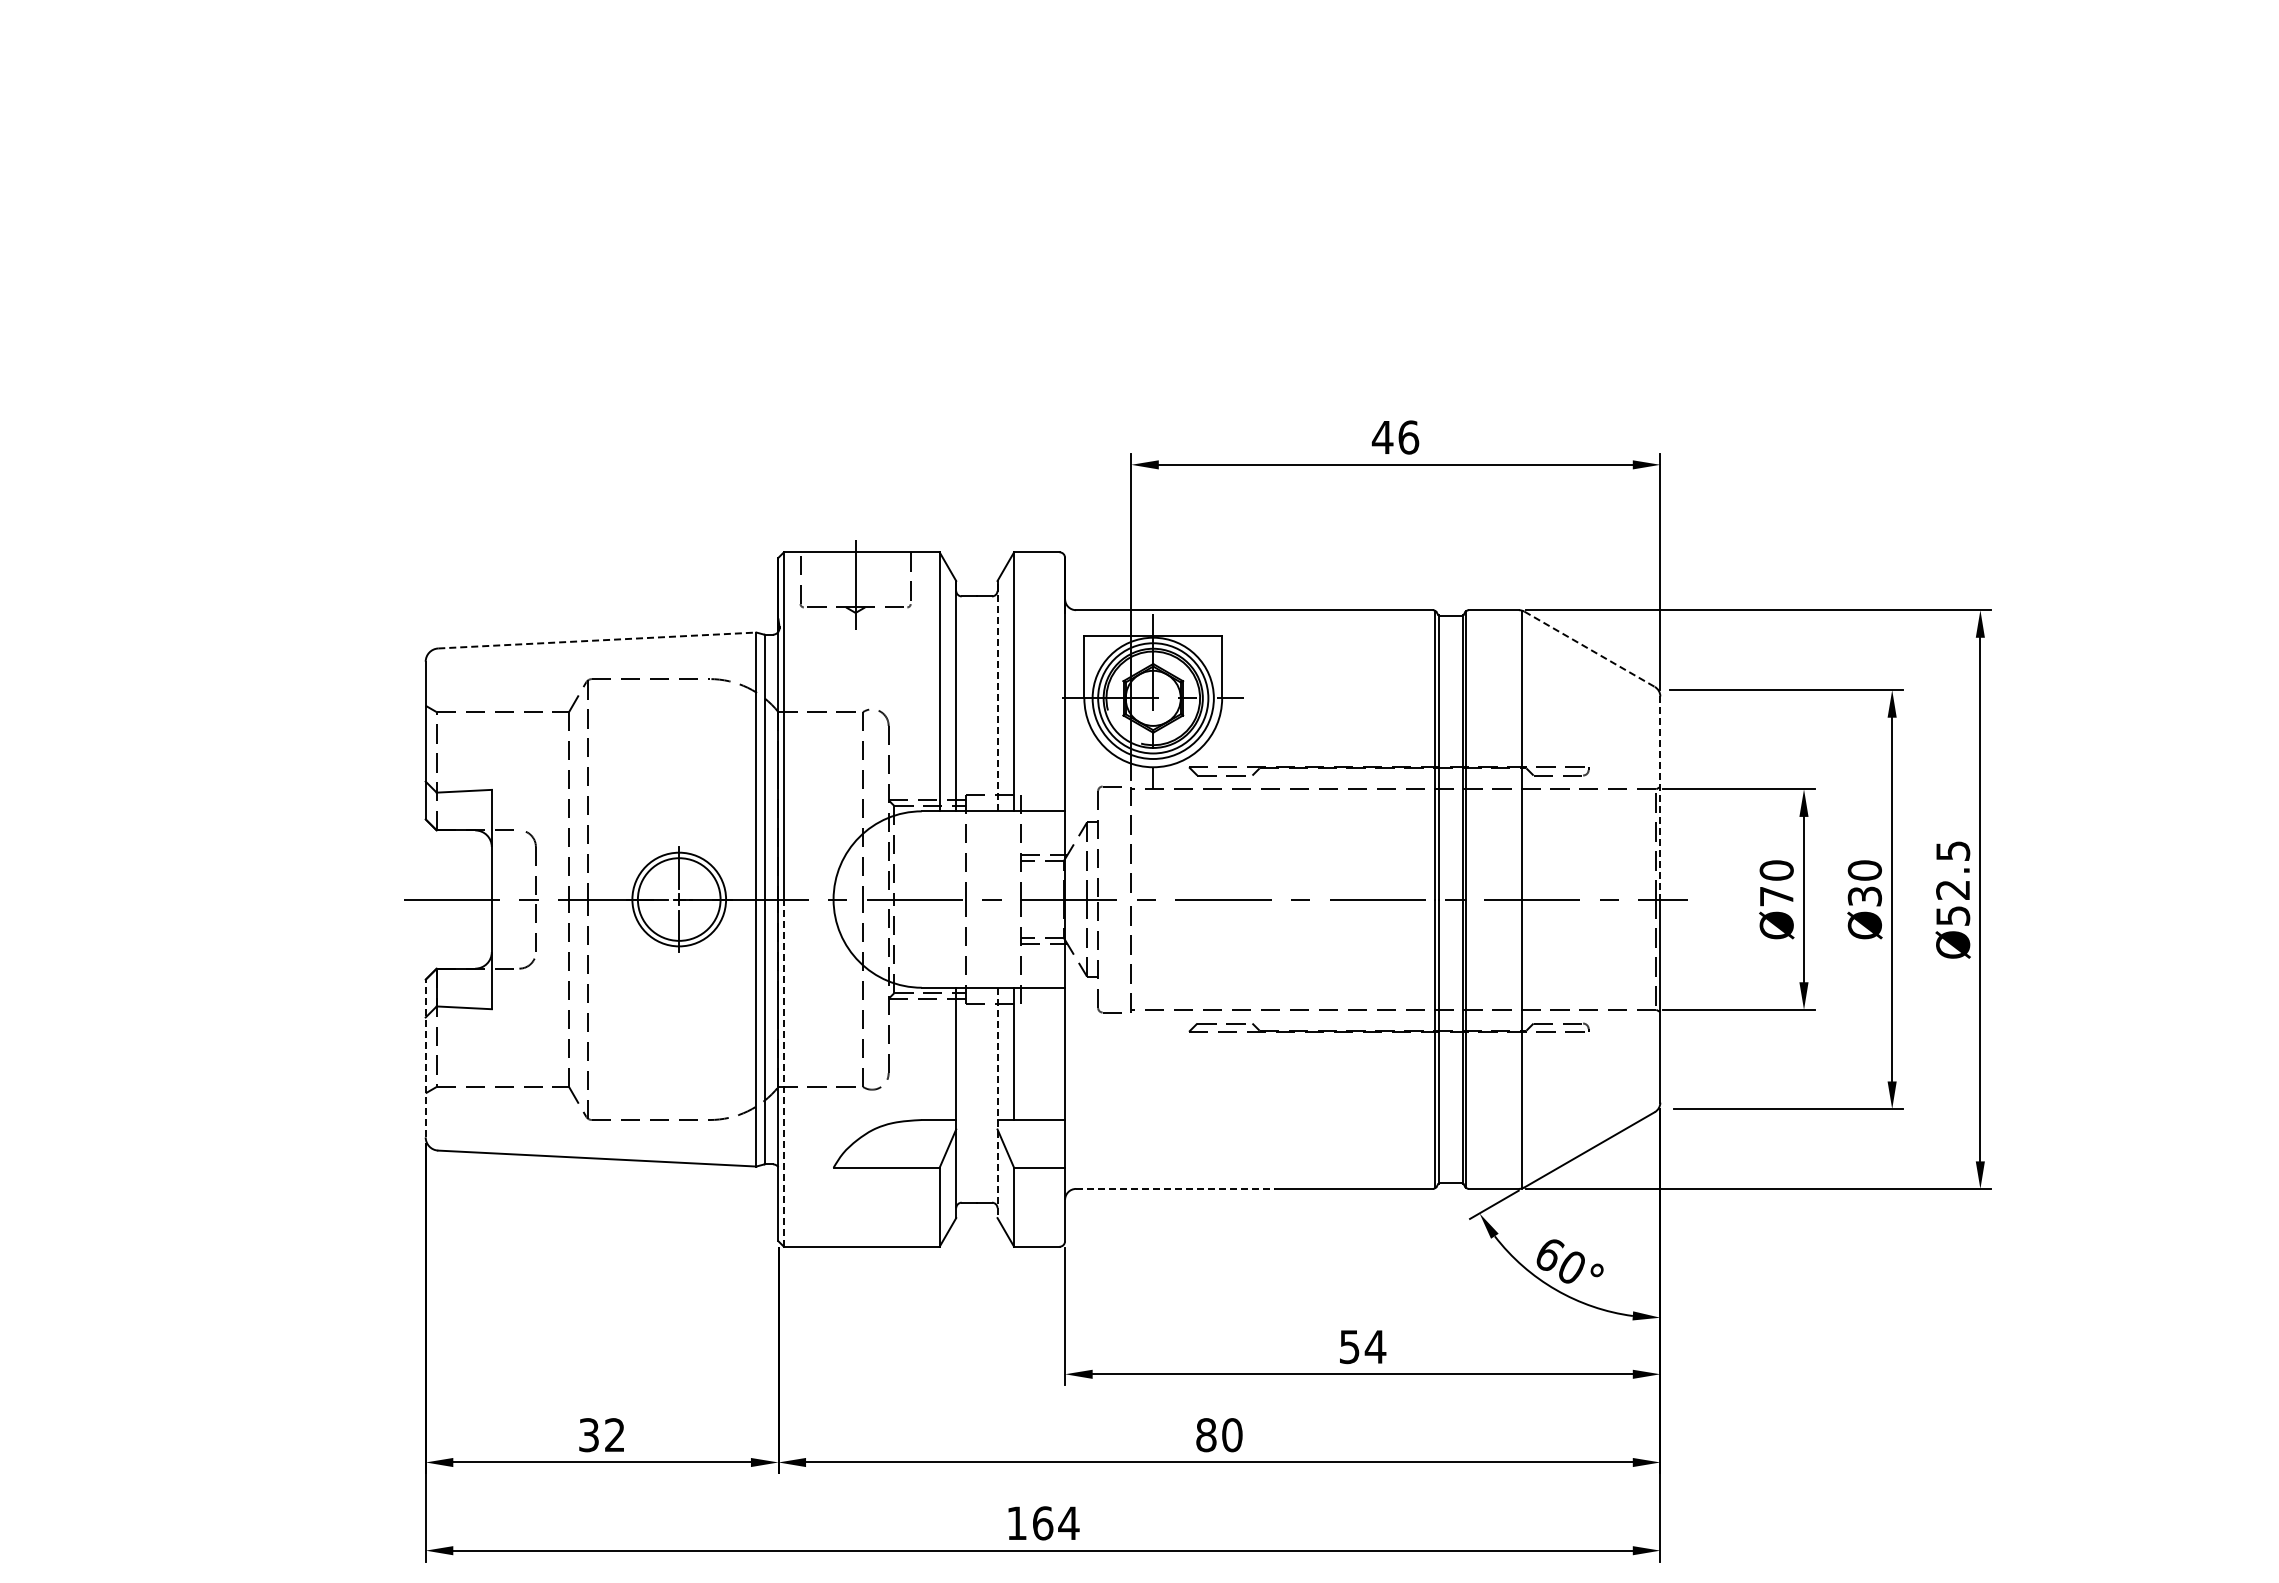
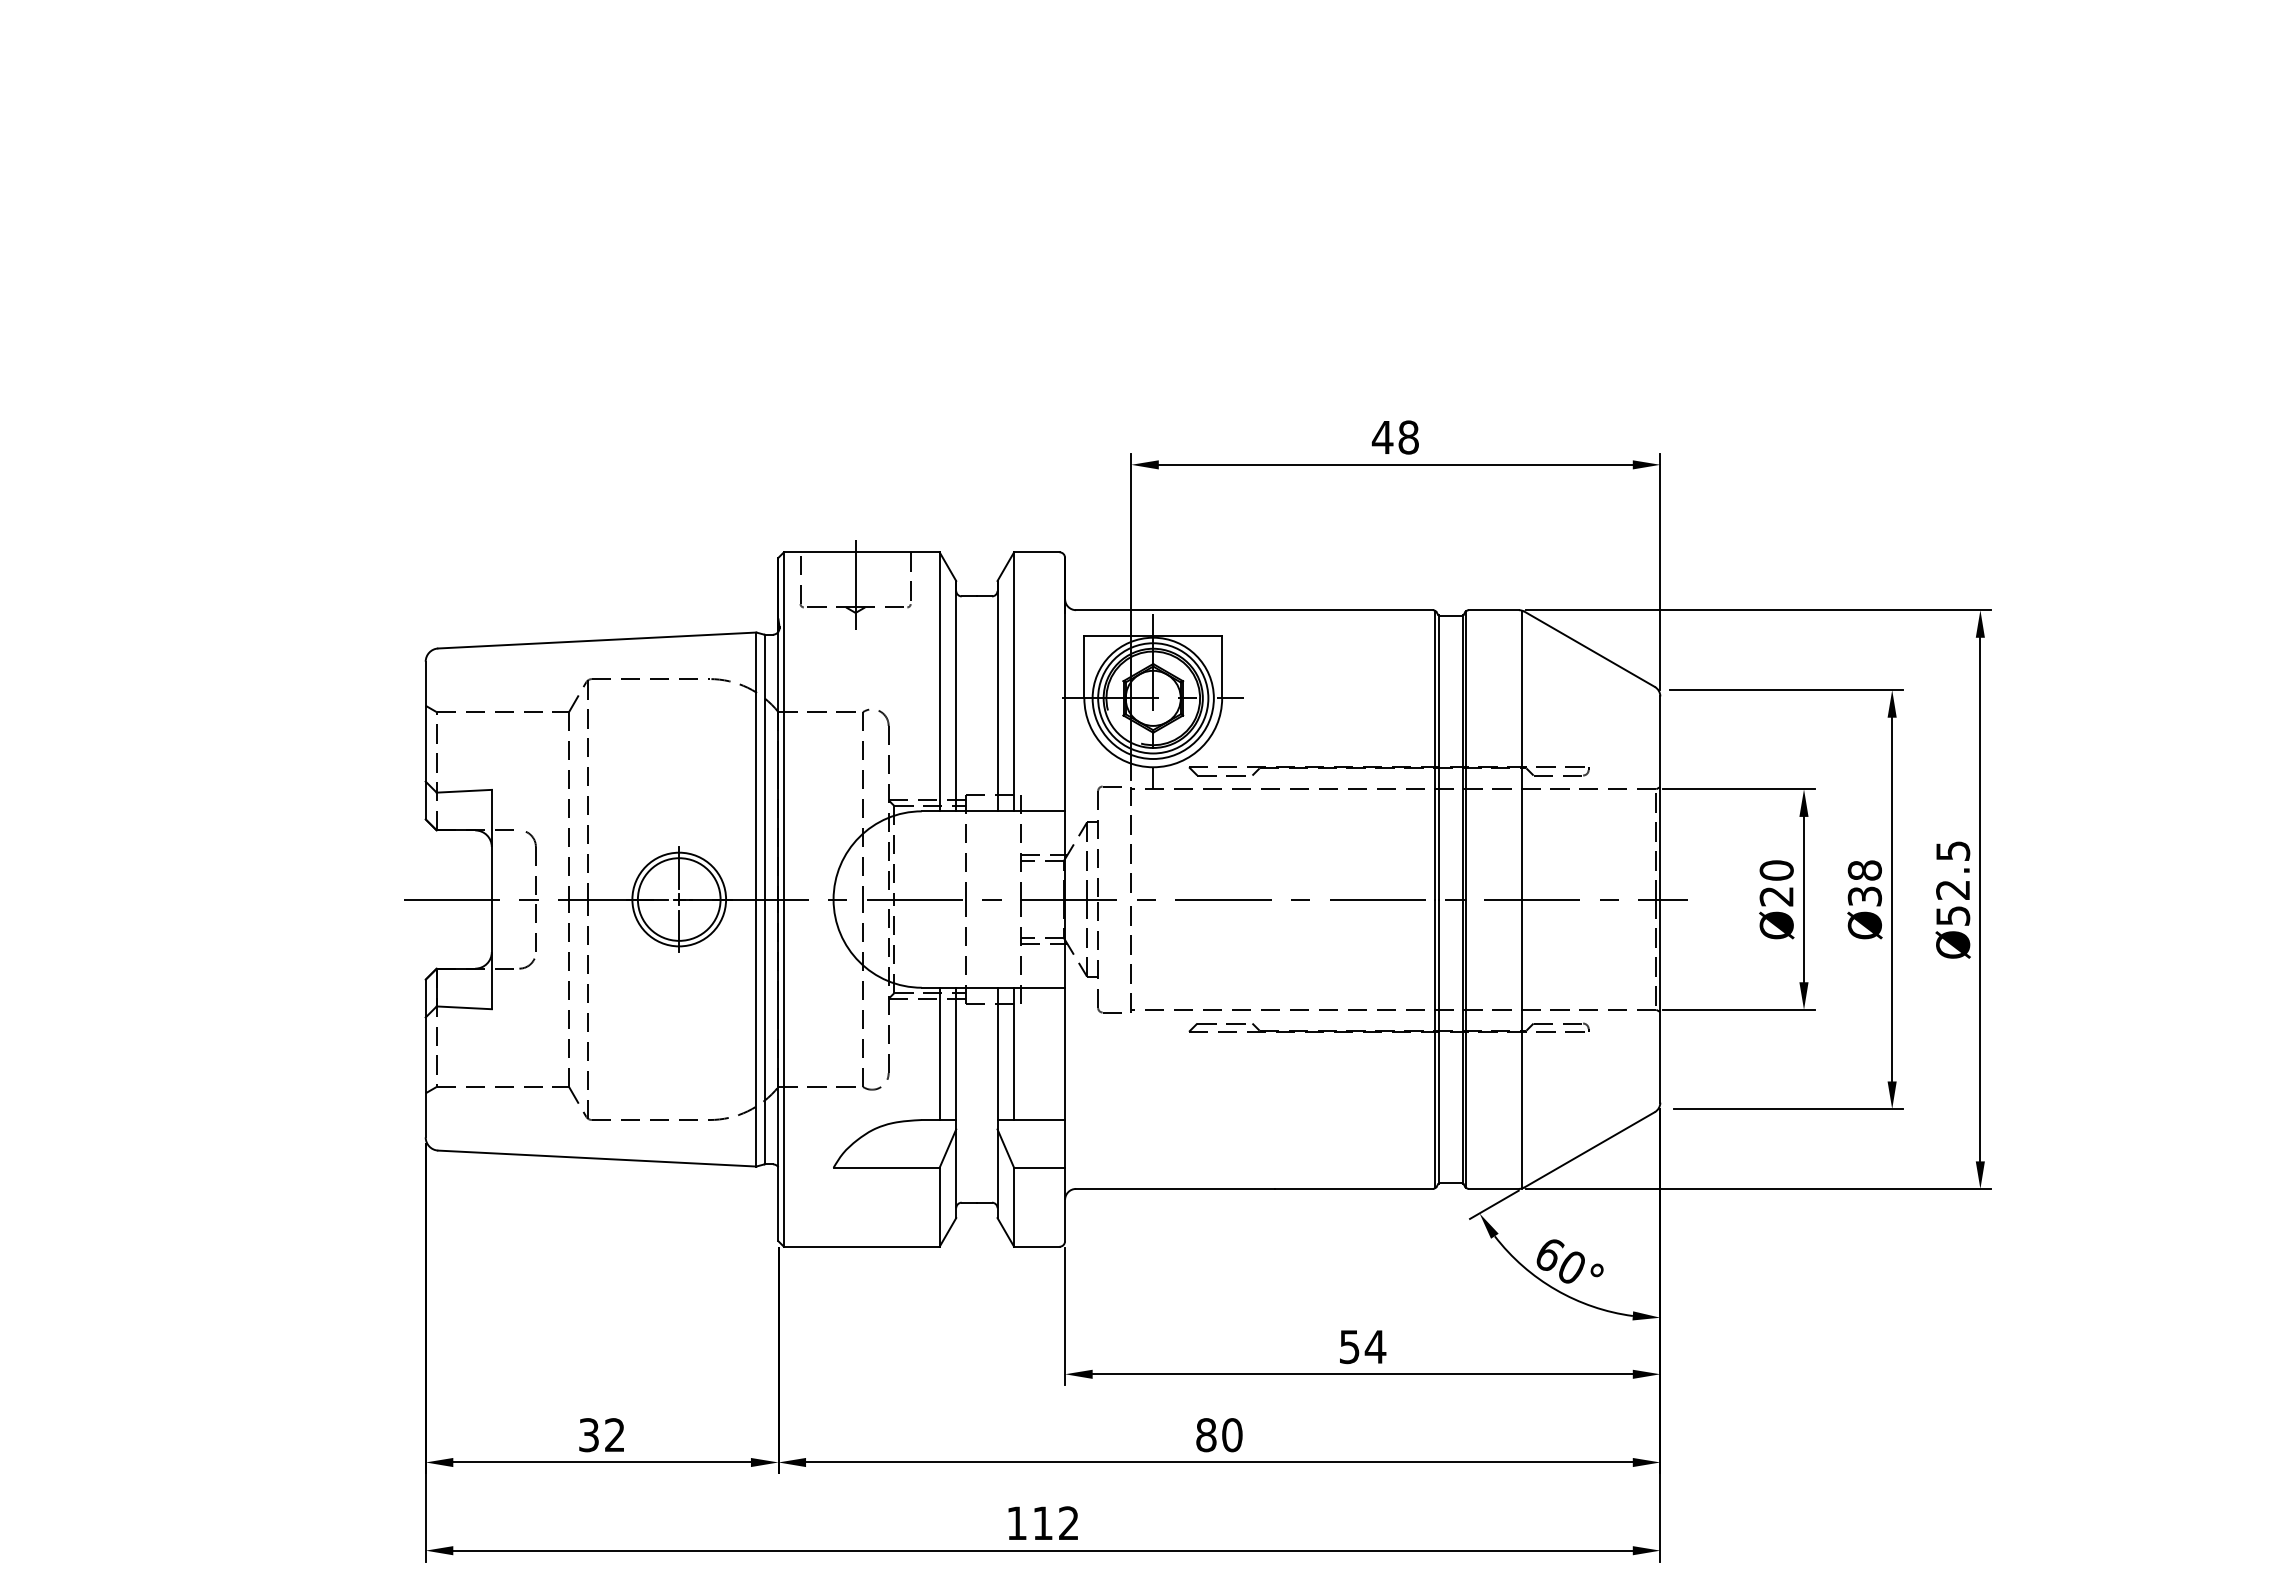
text at (1408, 437): 46 -> 48
line at (597, 640): dashed -> solid
line at (1590, 649): dashed -> solid
line at (997, 695): dashed -> solid
line at (1660, 798): dashed -> solid
text at (1864, 870): Ø30 -> Ø38
text at (1776, 896): Ø70 -> Ø20
line at (939, 1053): none -> present
line at (425, 1058): dashed -> solid
line at (783, 1073): dashed -> solid
line at (997, 1103): dashed -> solid
line at (1175, 1188): dashed -> solid
text at (1056, 1523): 164 -> 112
